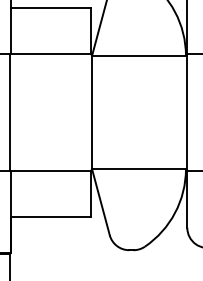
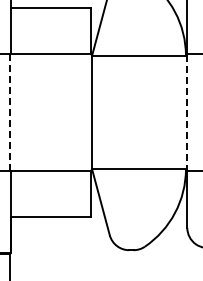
line at (10, 112): solid -> dashed
line at (186, 112): solid -> dashed
